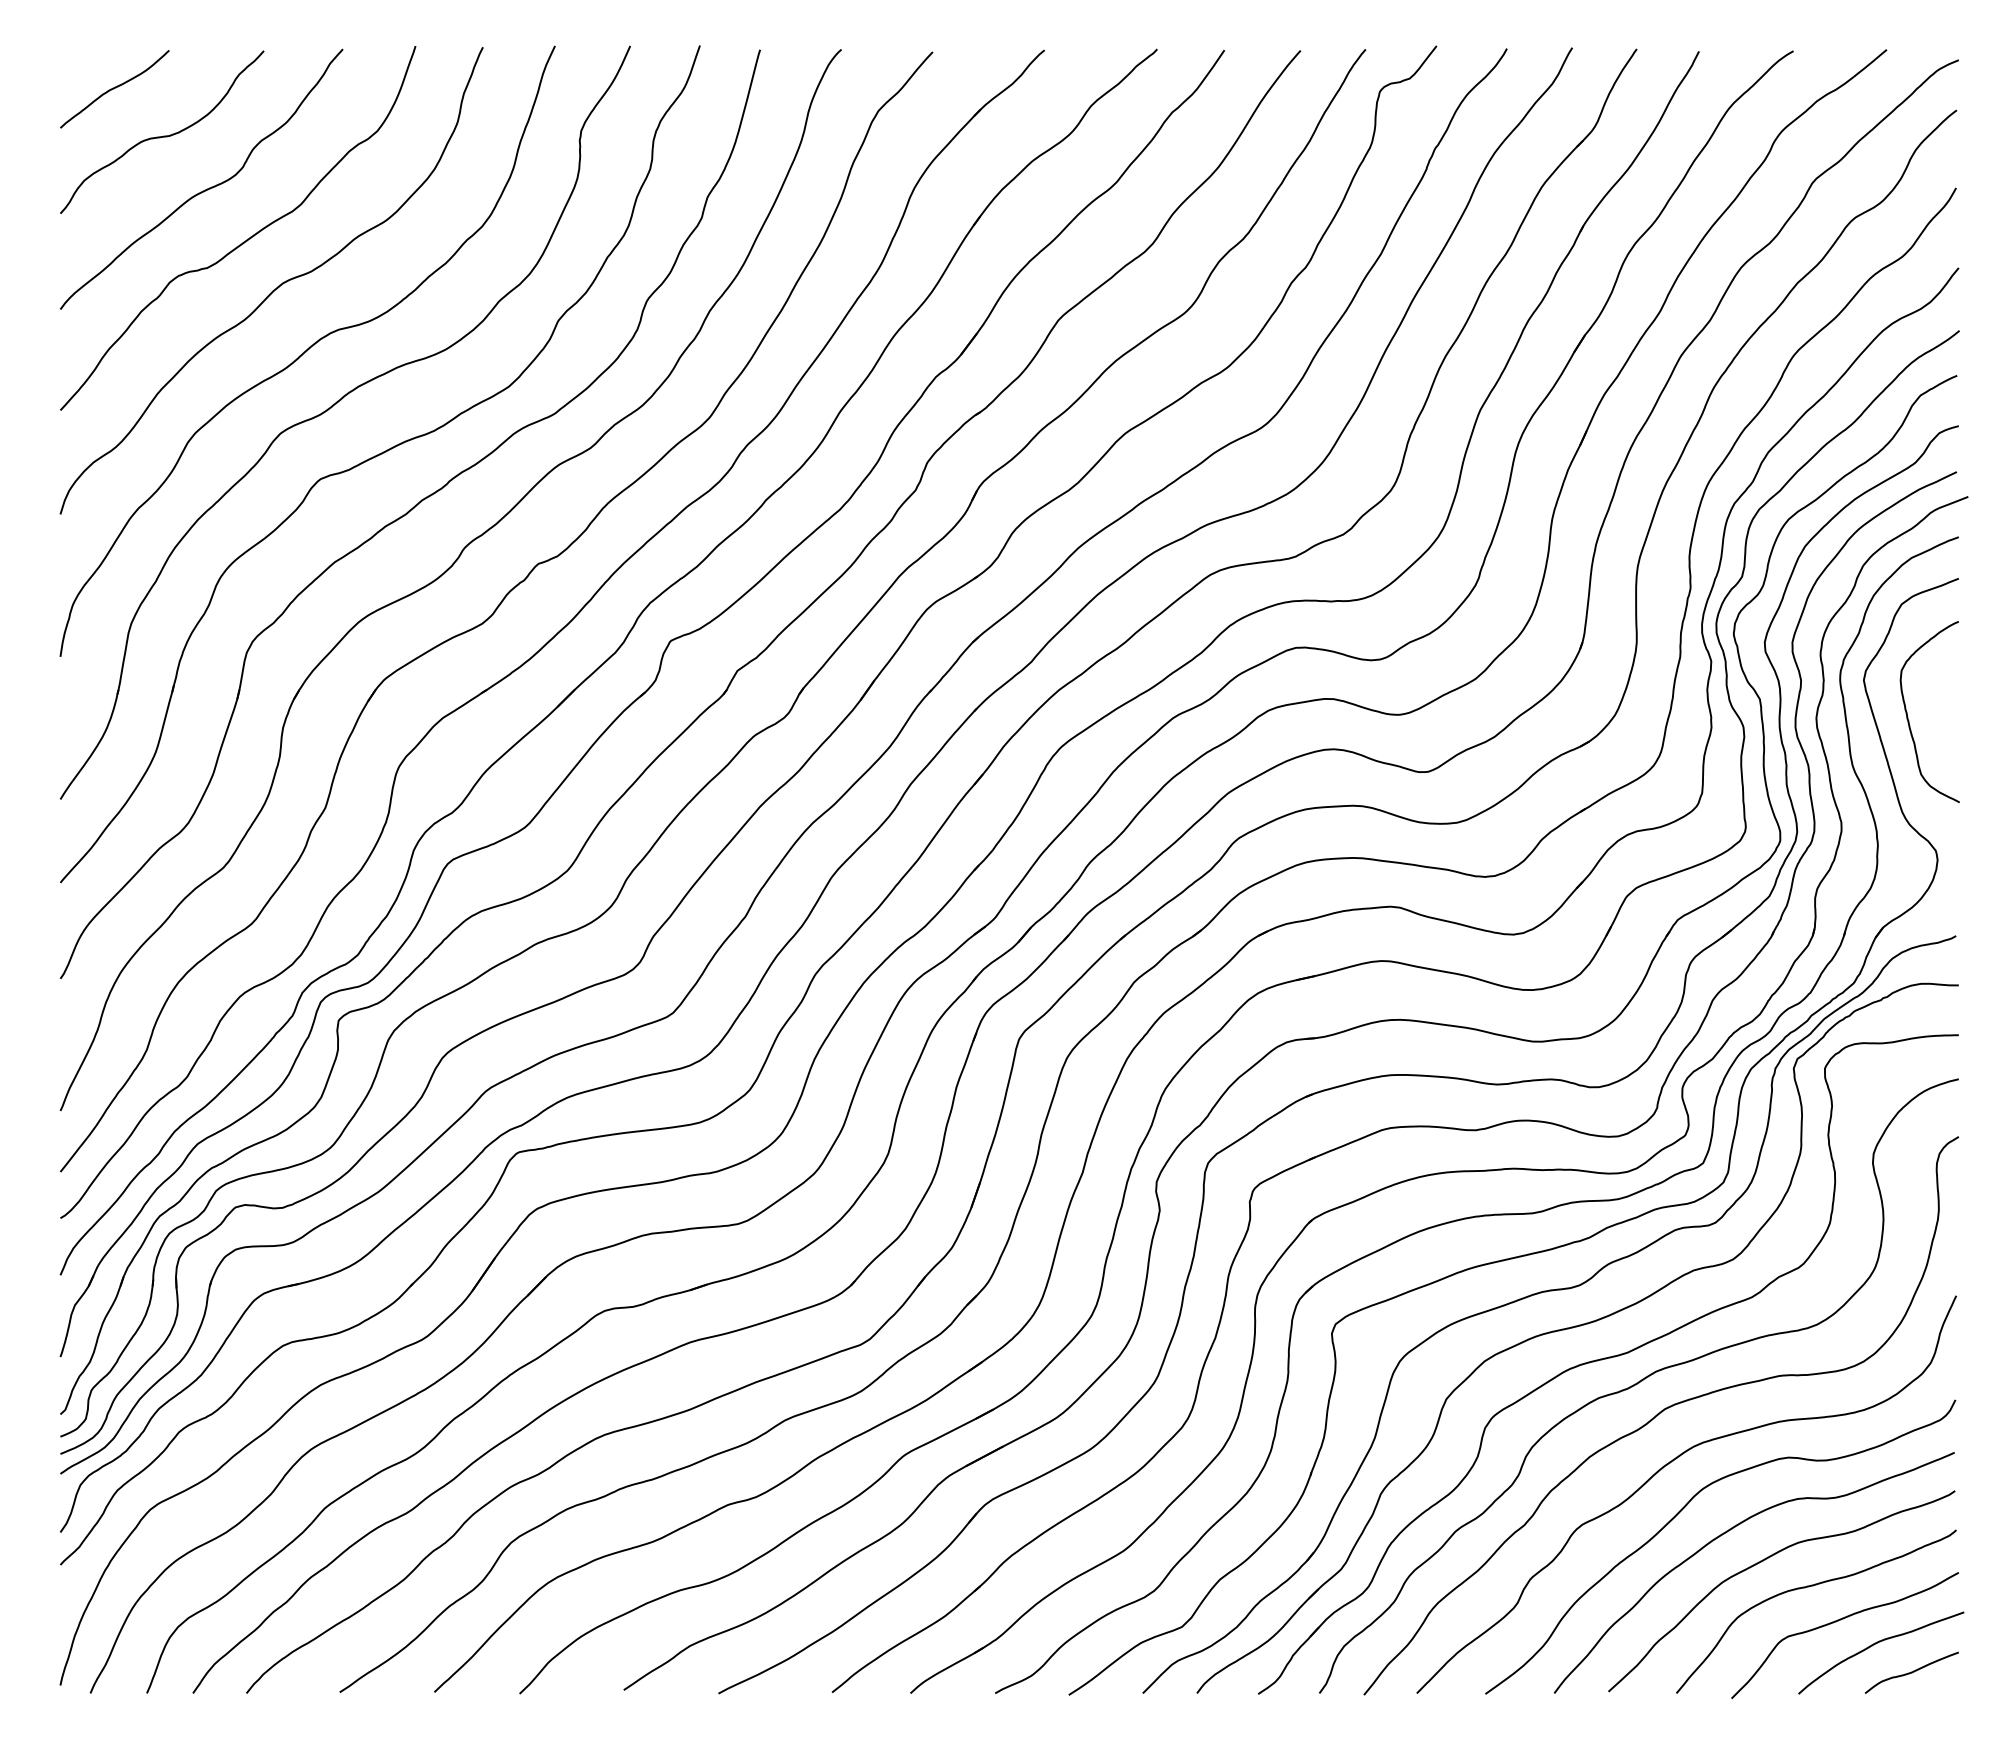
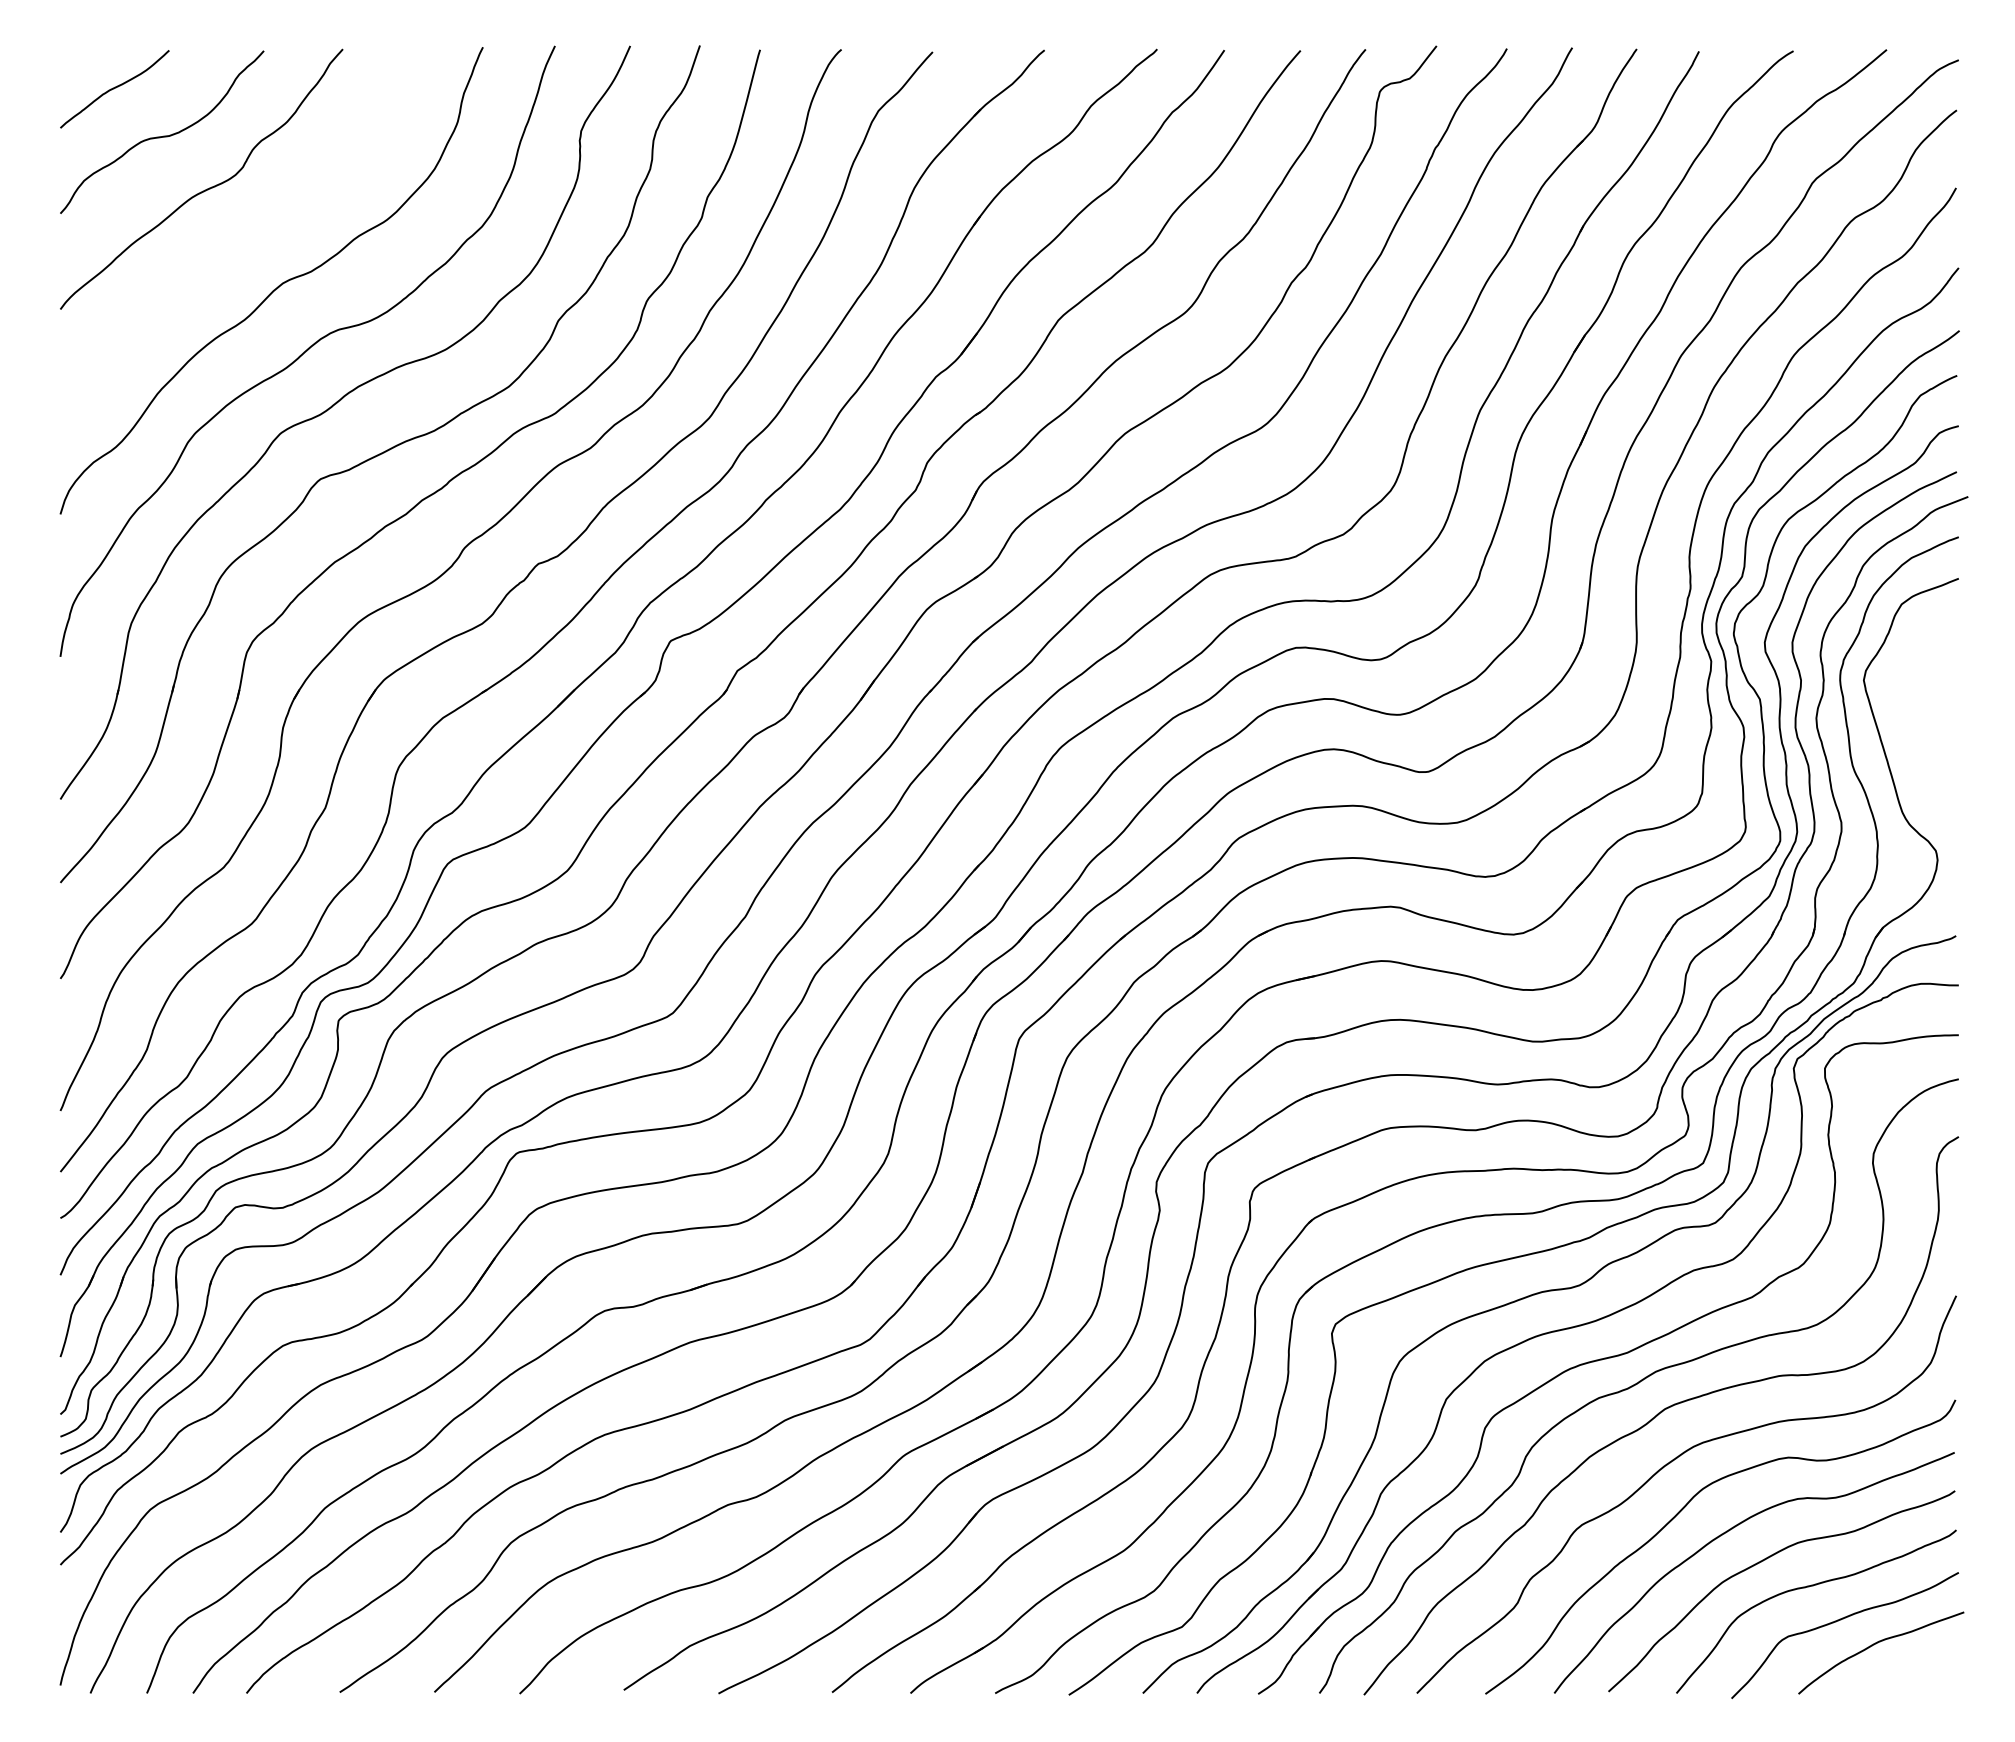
curve at (247, 238): present -> none
curve at (1909, 720): present -> none
curve at (1911, 1672): present -> none
